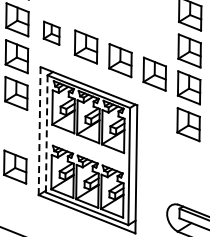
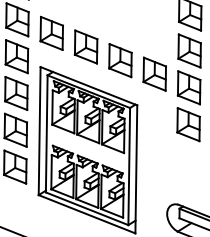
part at (51, 32) size: 19x26 px -> 25x36 px
part at (15, 129): none -> present
line at (39, 131): dashed -> solid
line at (46, 133): dashed -> solid
